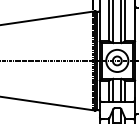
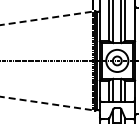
line at (48, 18): solid -> dashed
line at (48, 103): solid -> dashed
